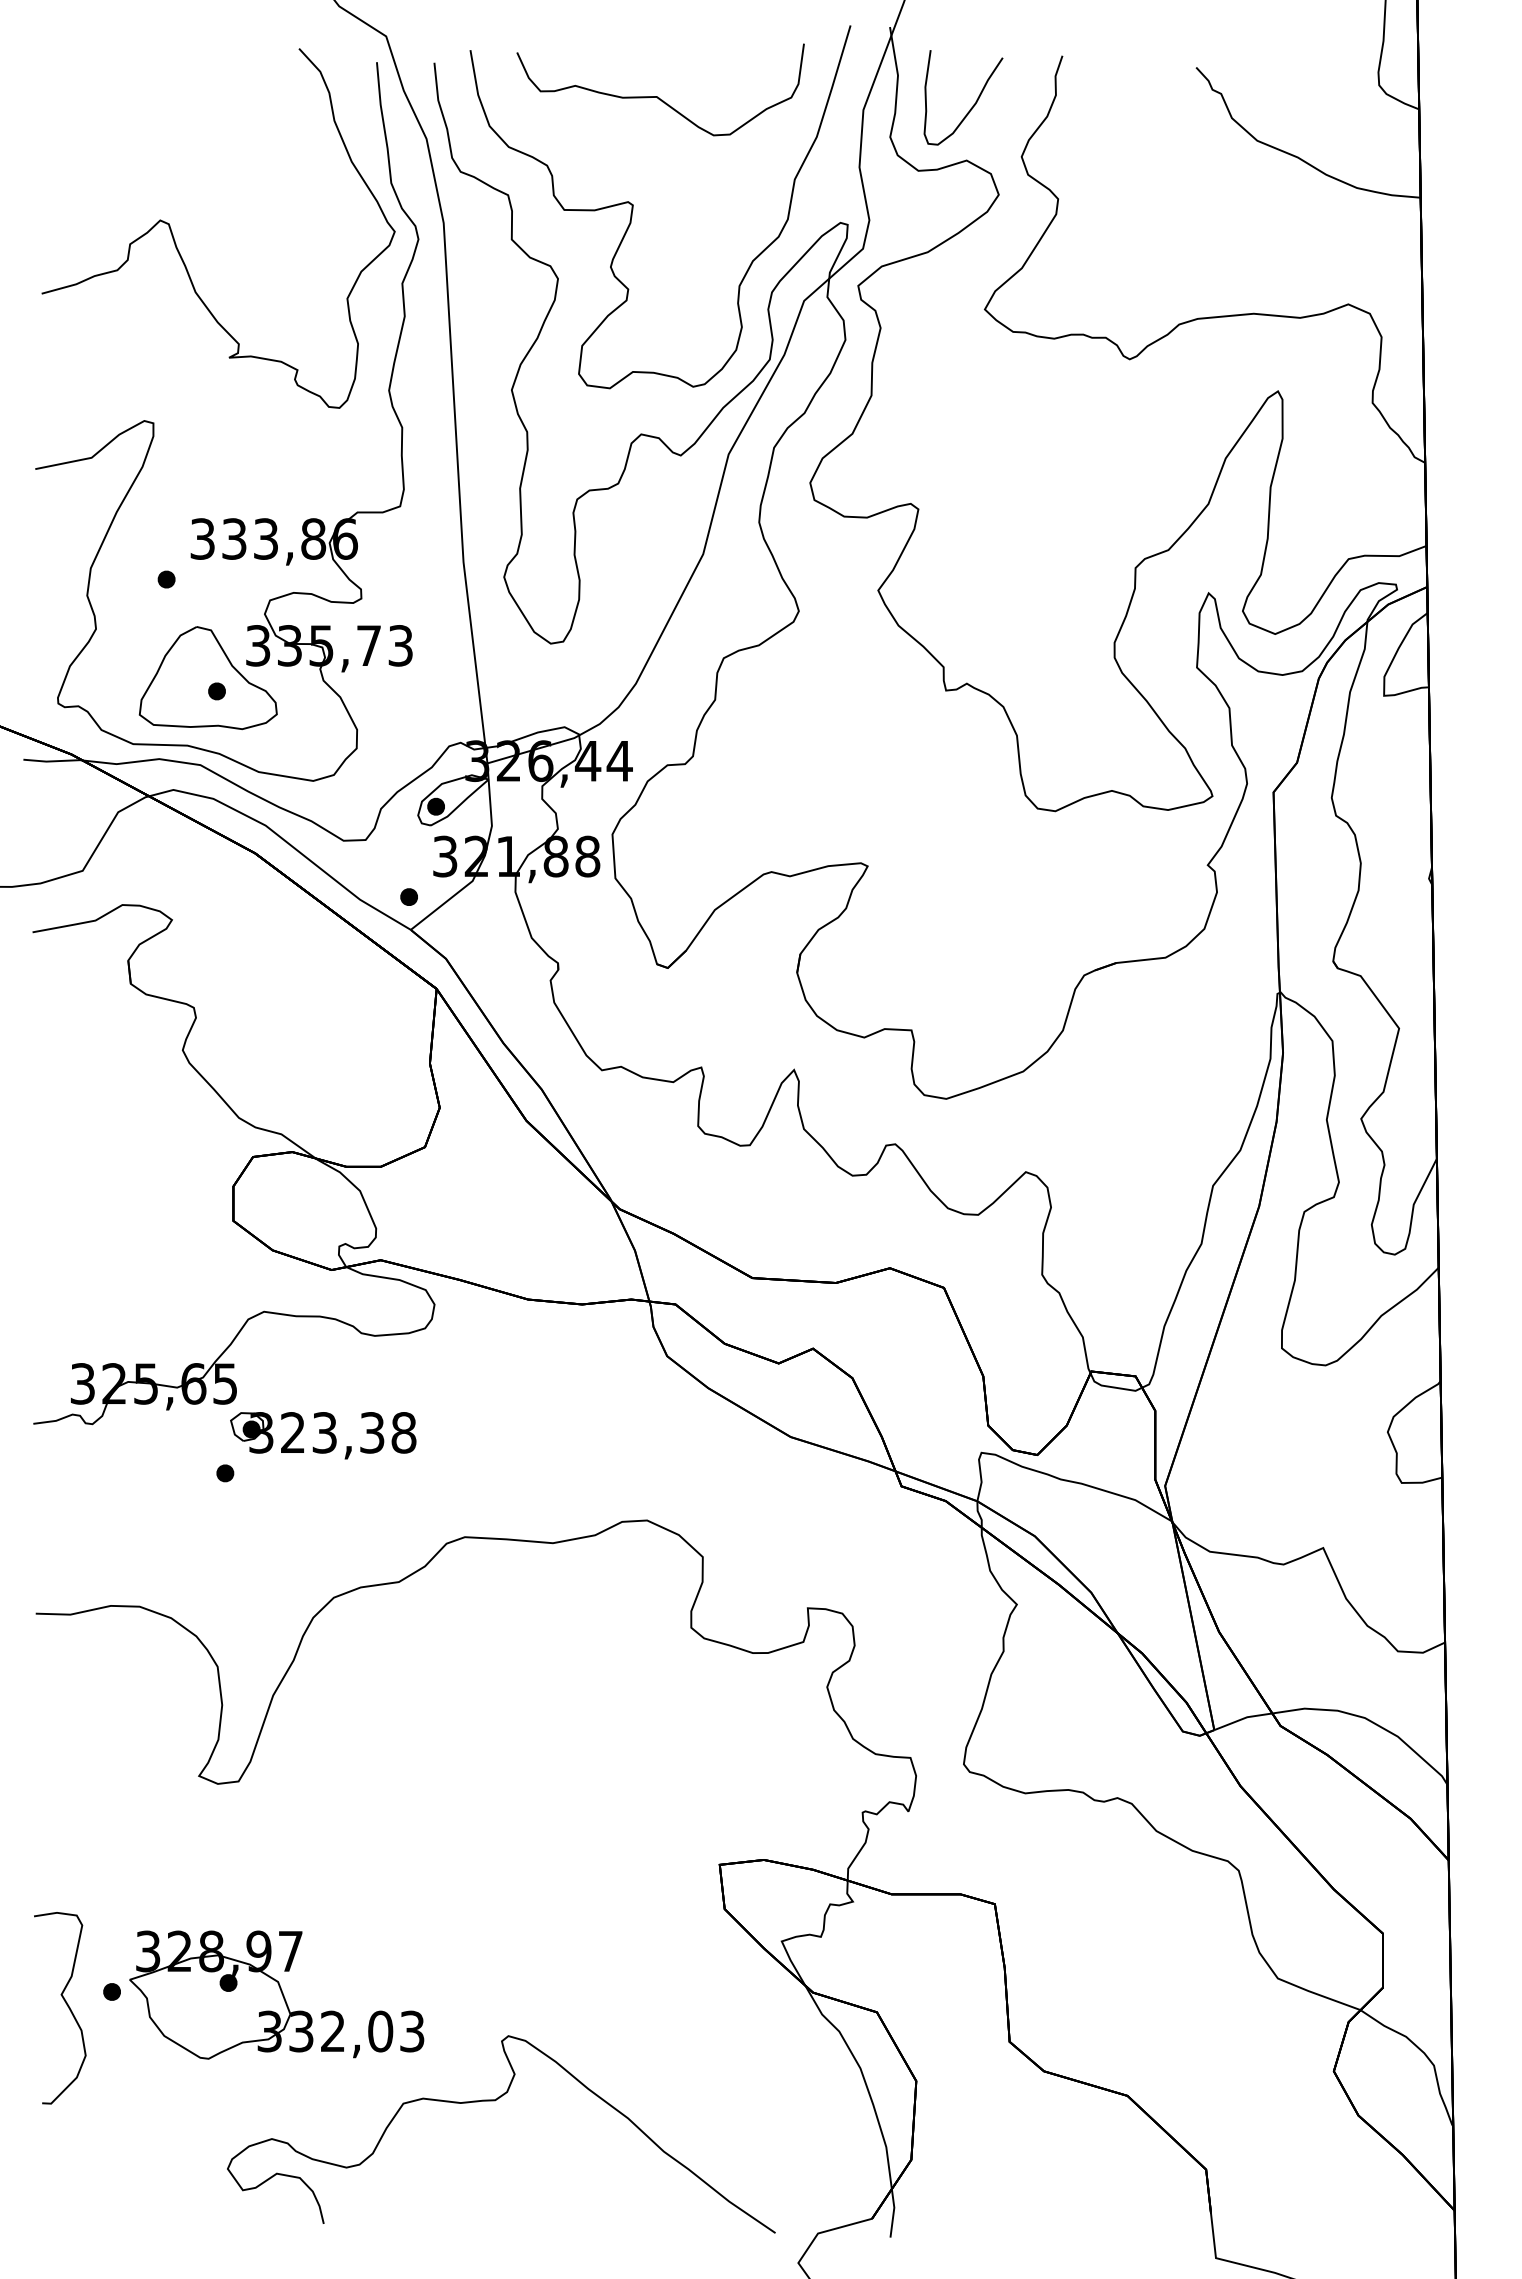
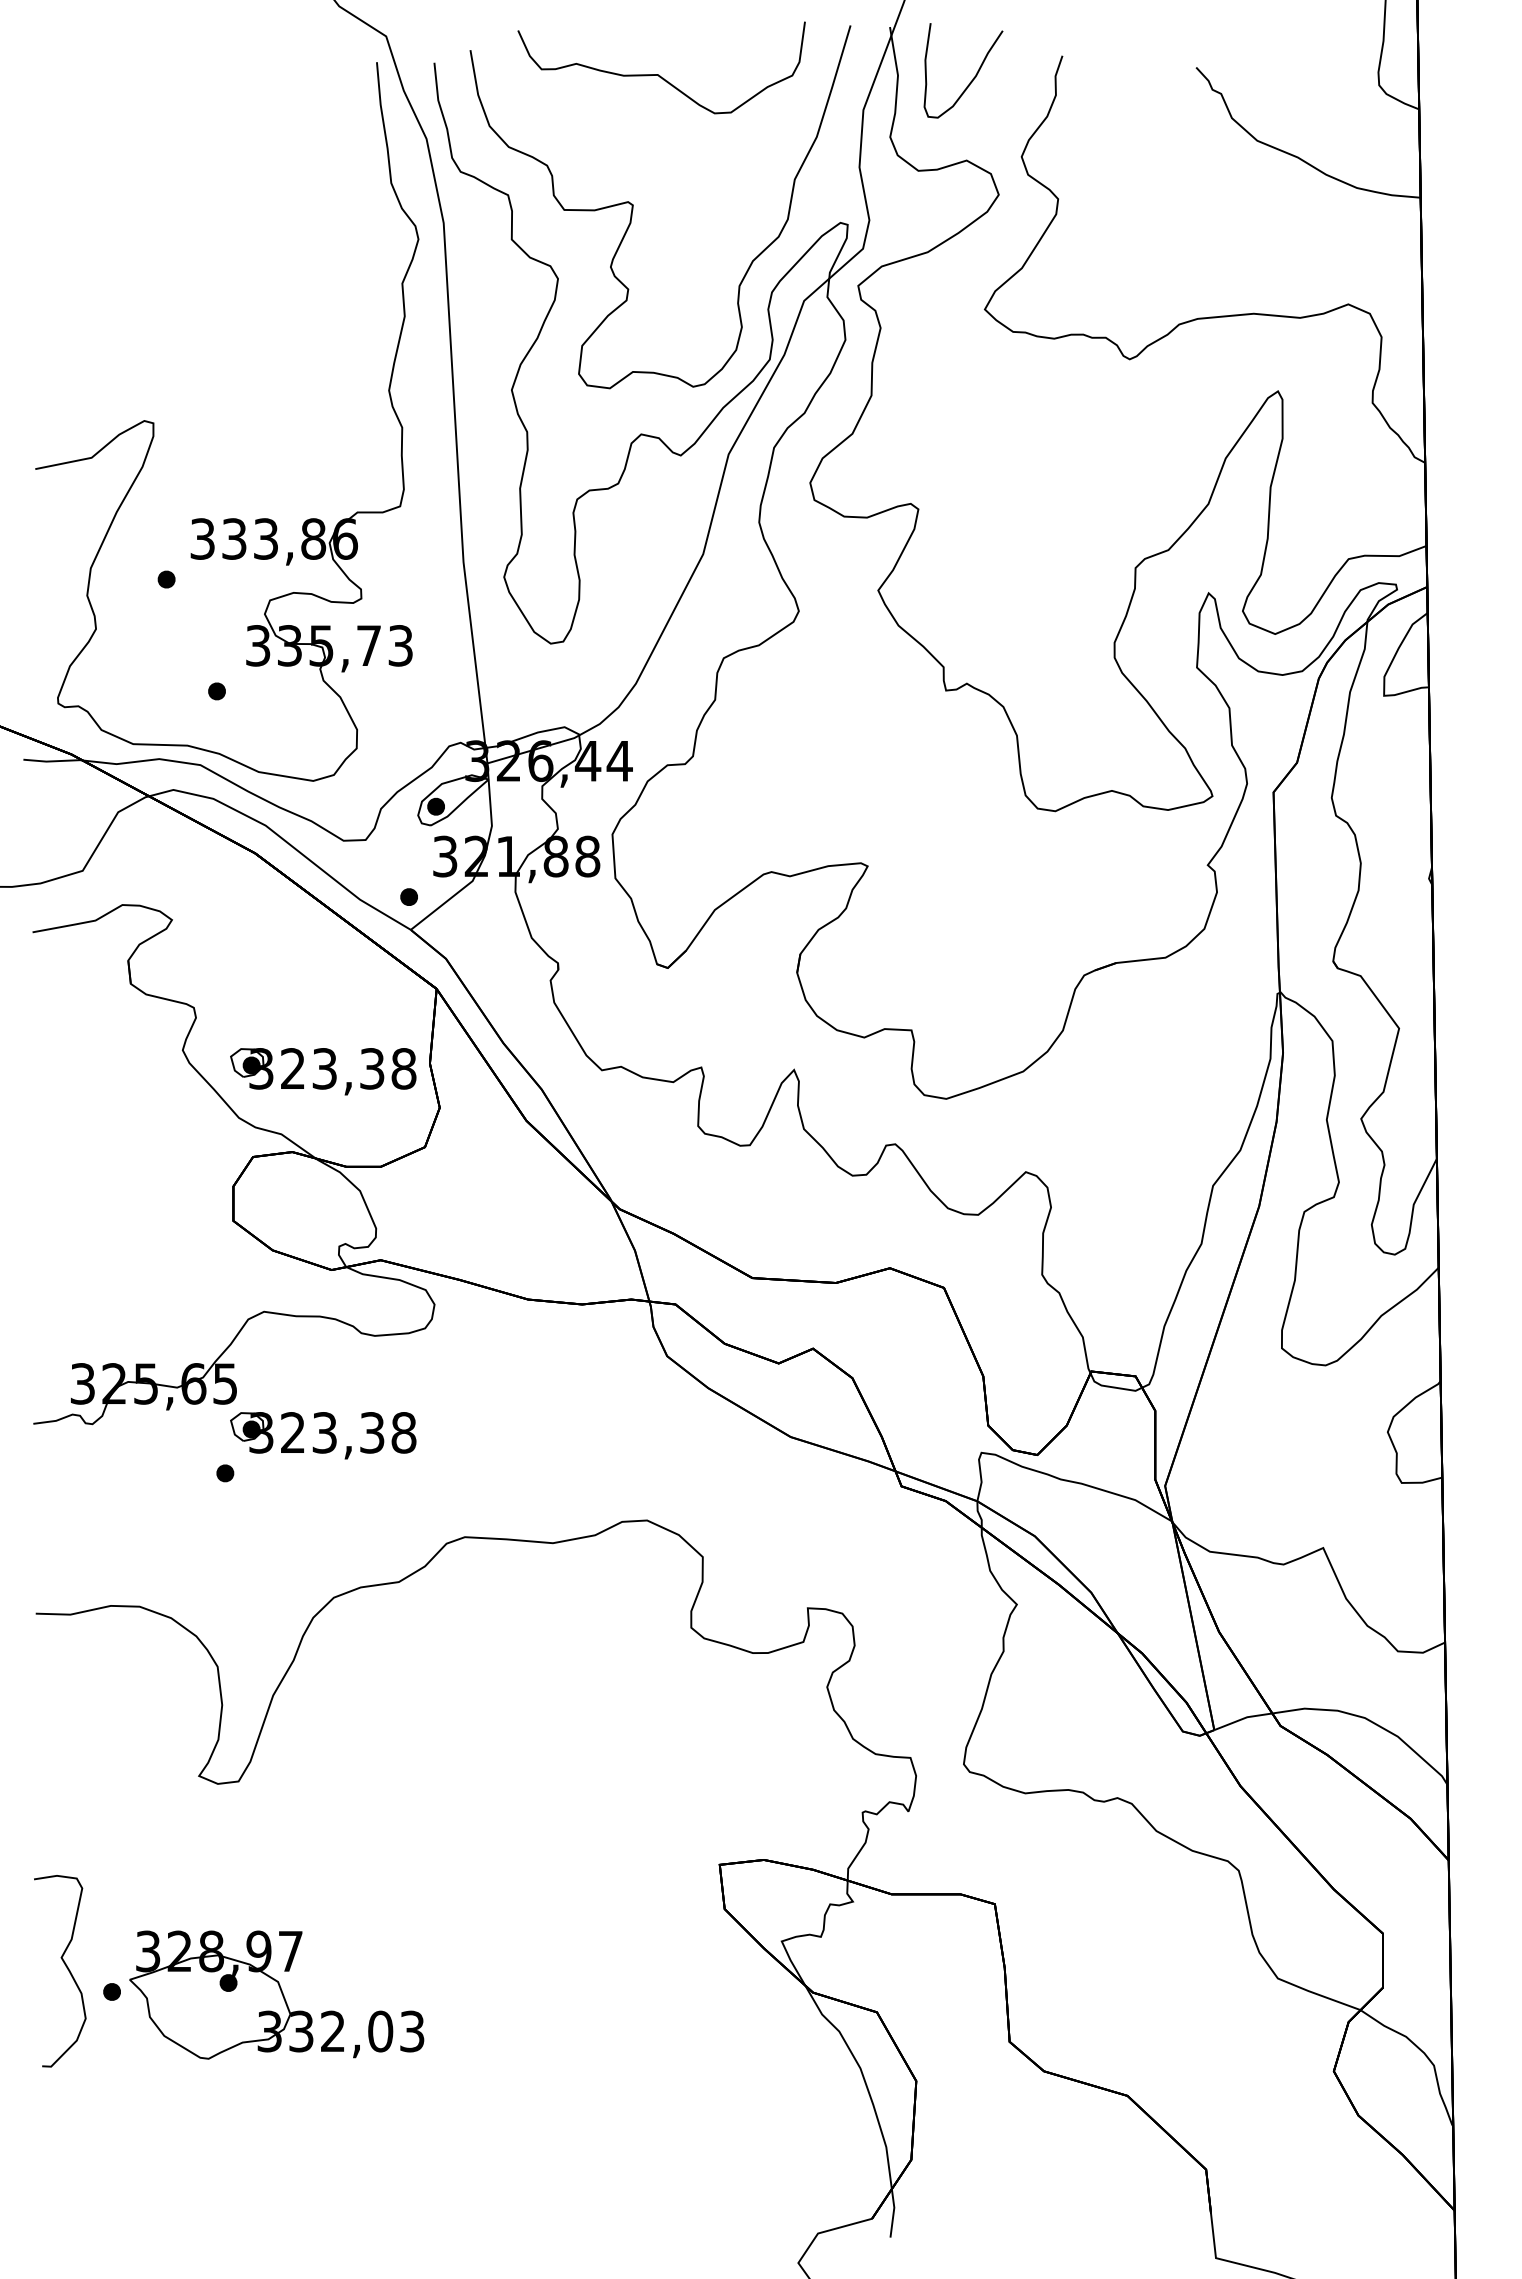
curve at (657, 96) position: (657, 96) -> (658, 74)
curve at (973, 104) position: (973, 104) -> (973, 77)
curve at (176, 243): present -> none
part at (207, 678): present -> none
part at (323, 1071): none -> present
curve at (66, 2005) position: (66, 2005) -> (66, 1968)
curve at (495, 2101): present -> none
